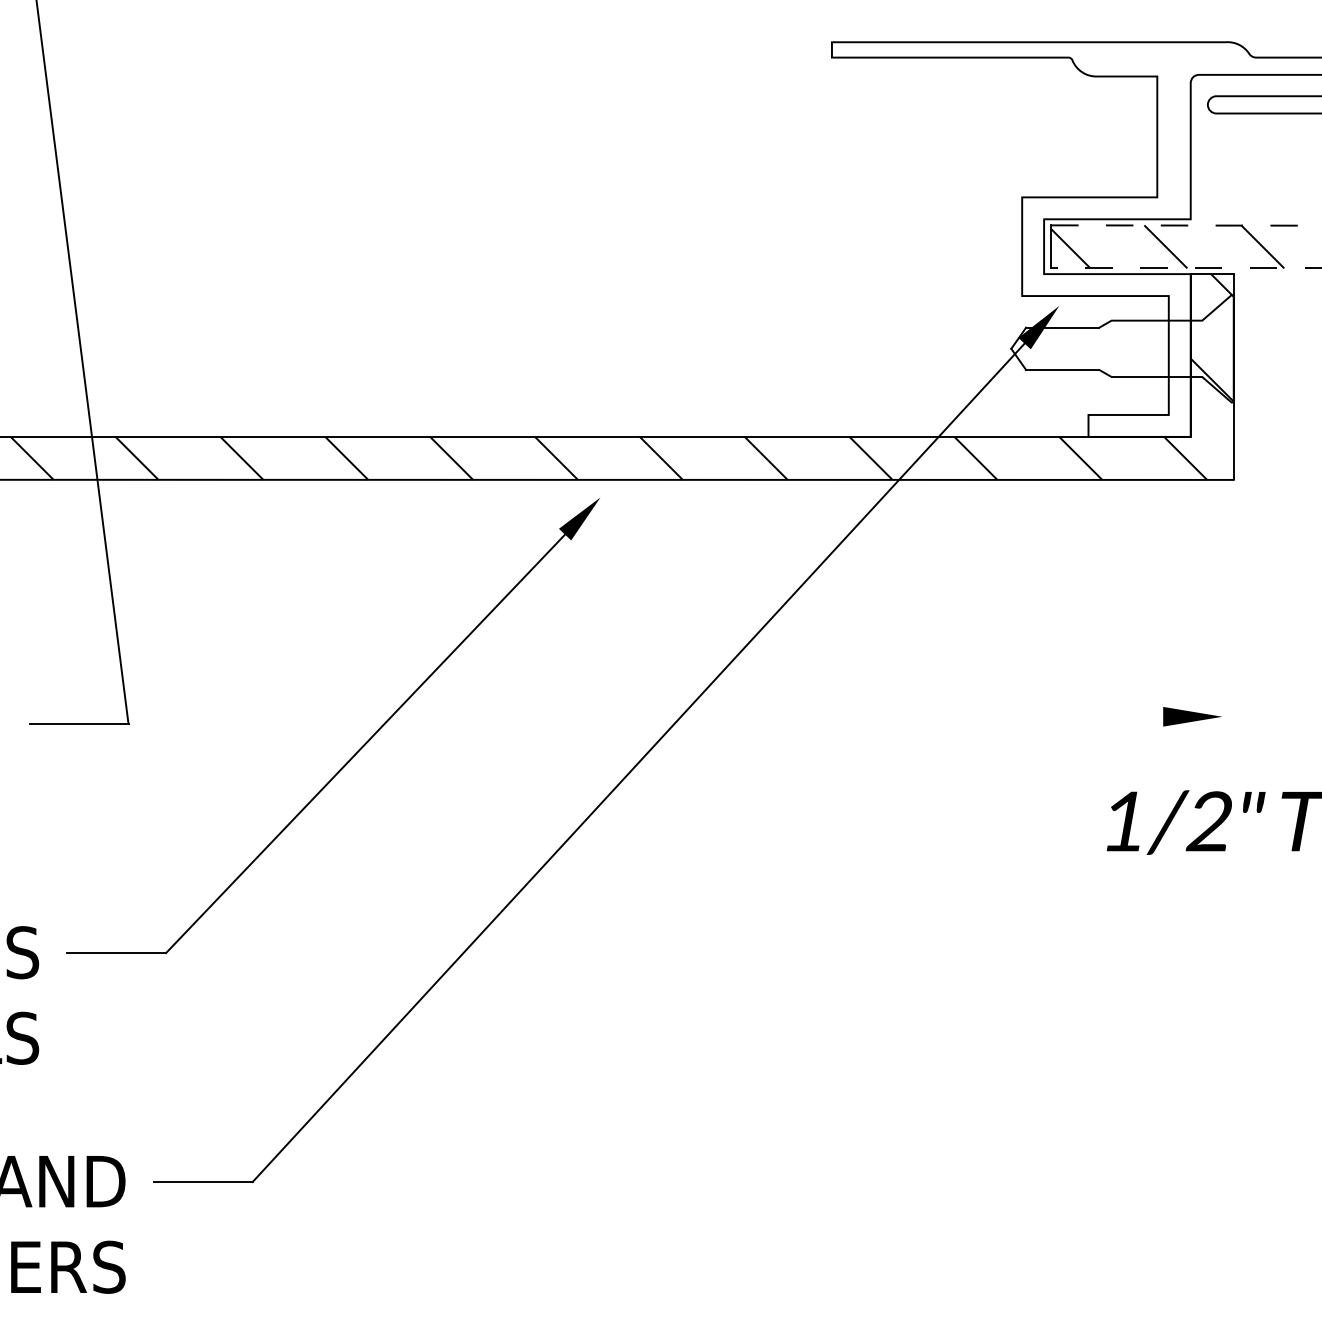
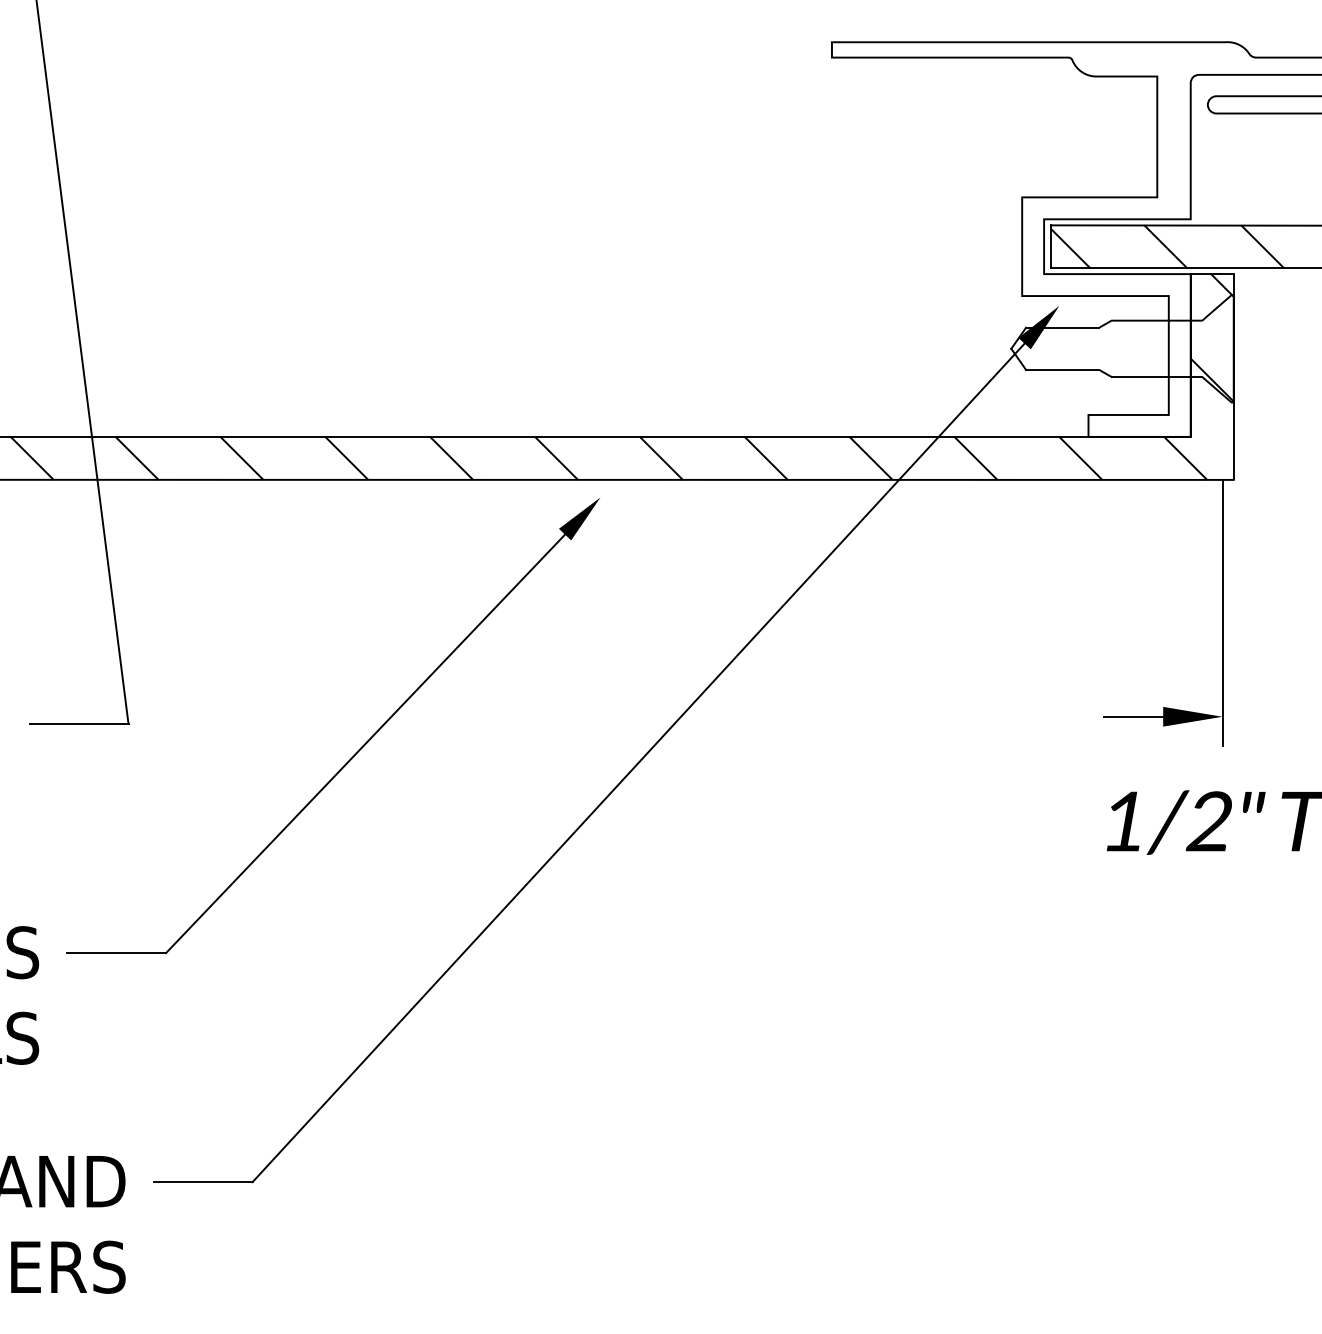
line at (1186, 225): dashed -> solid
line at (1185, 268): dashed -> solid
line at (1222, 612): none -> present
line at (1133, 716): none -> present
